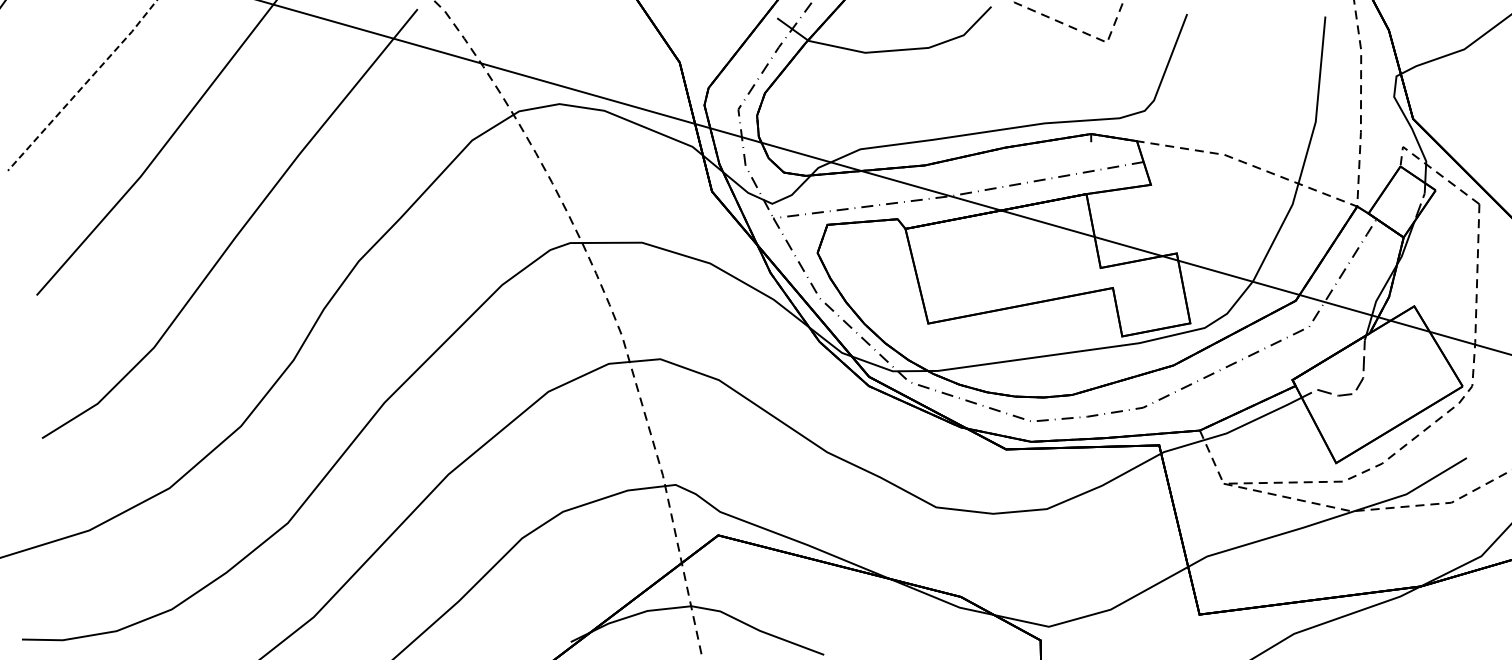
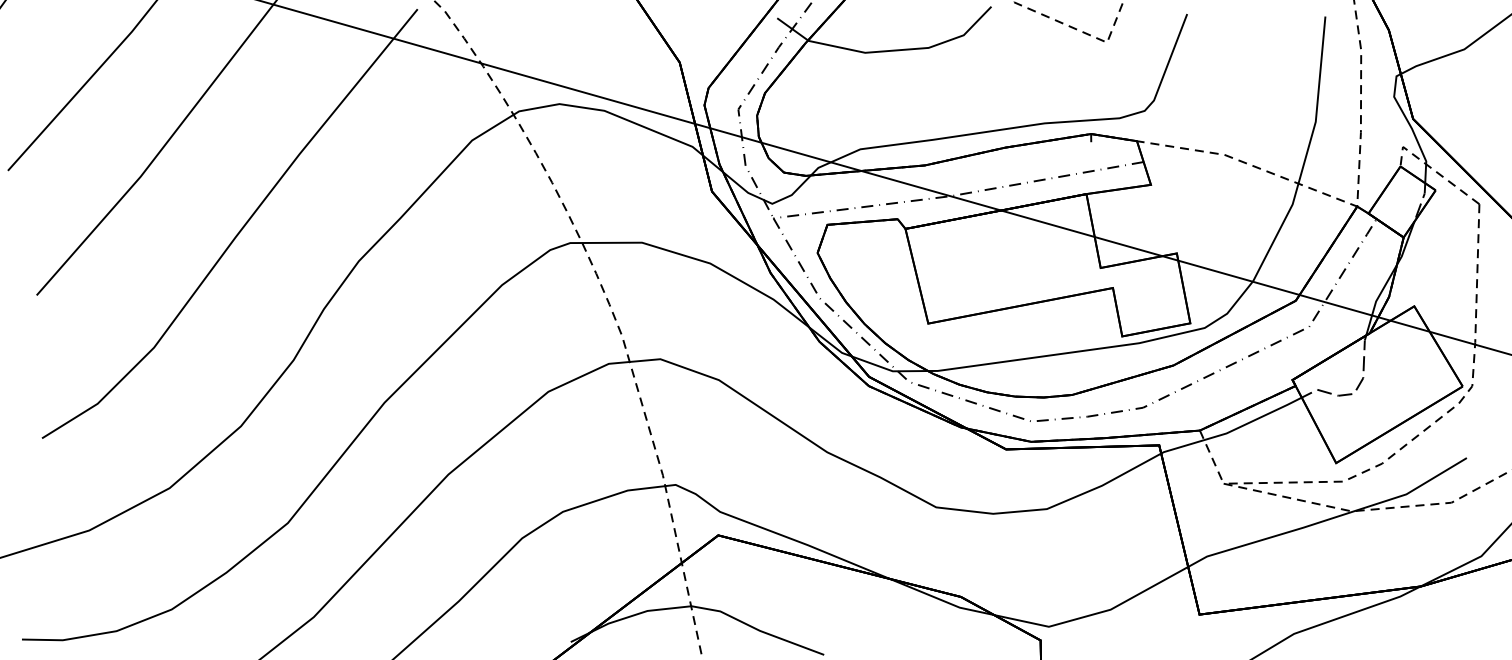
line at (83, 86): dashed -> solid
